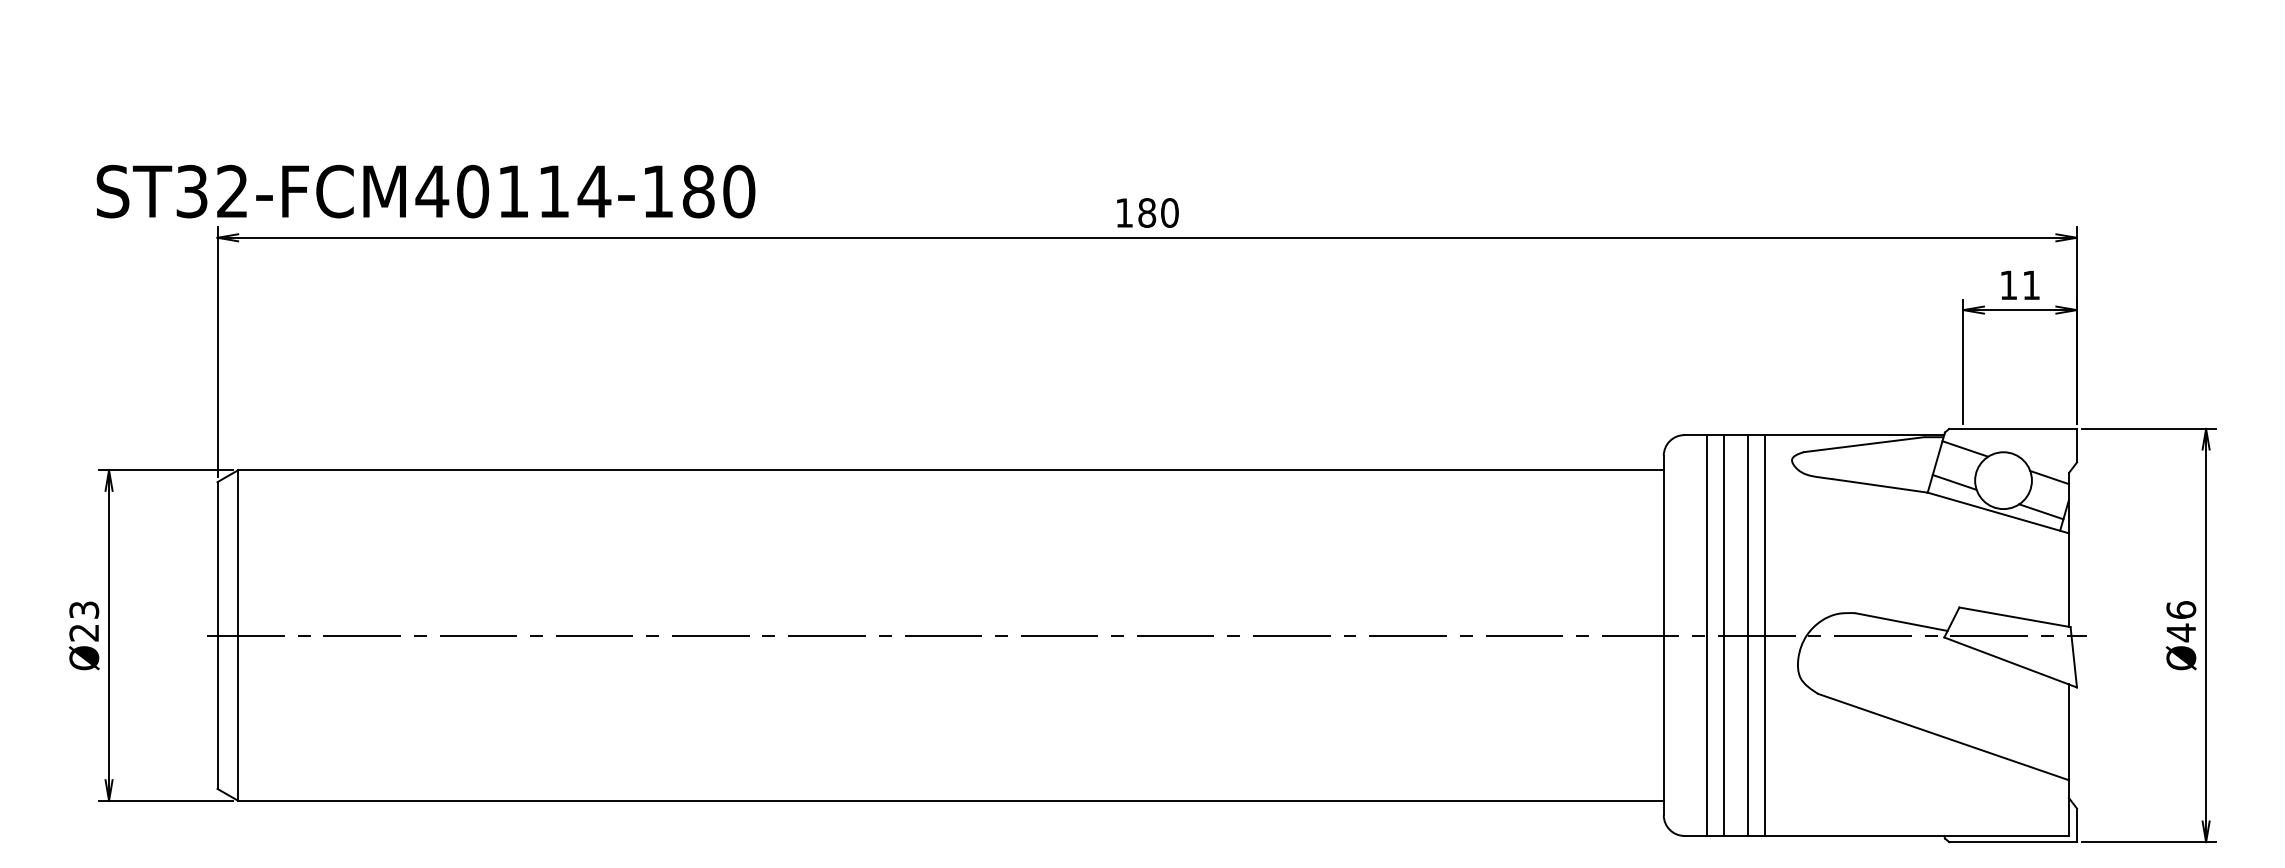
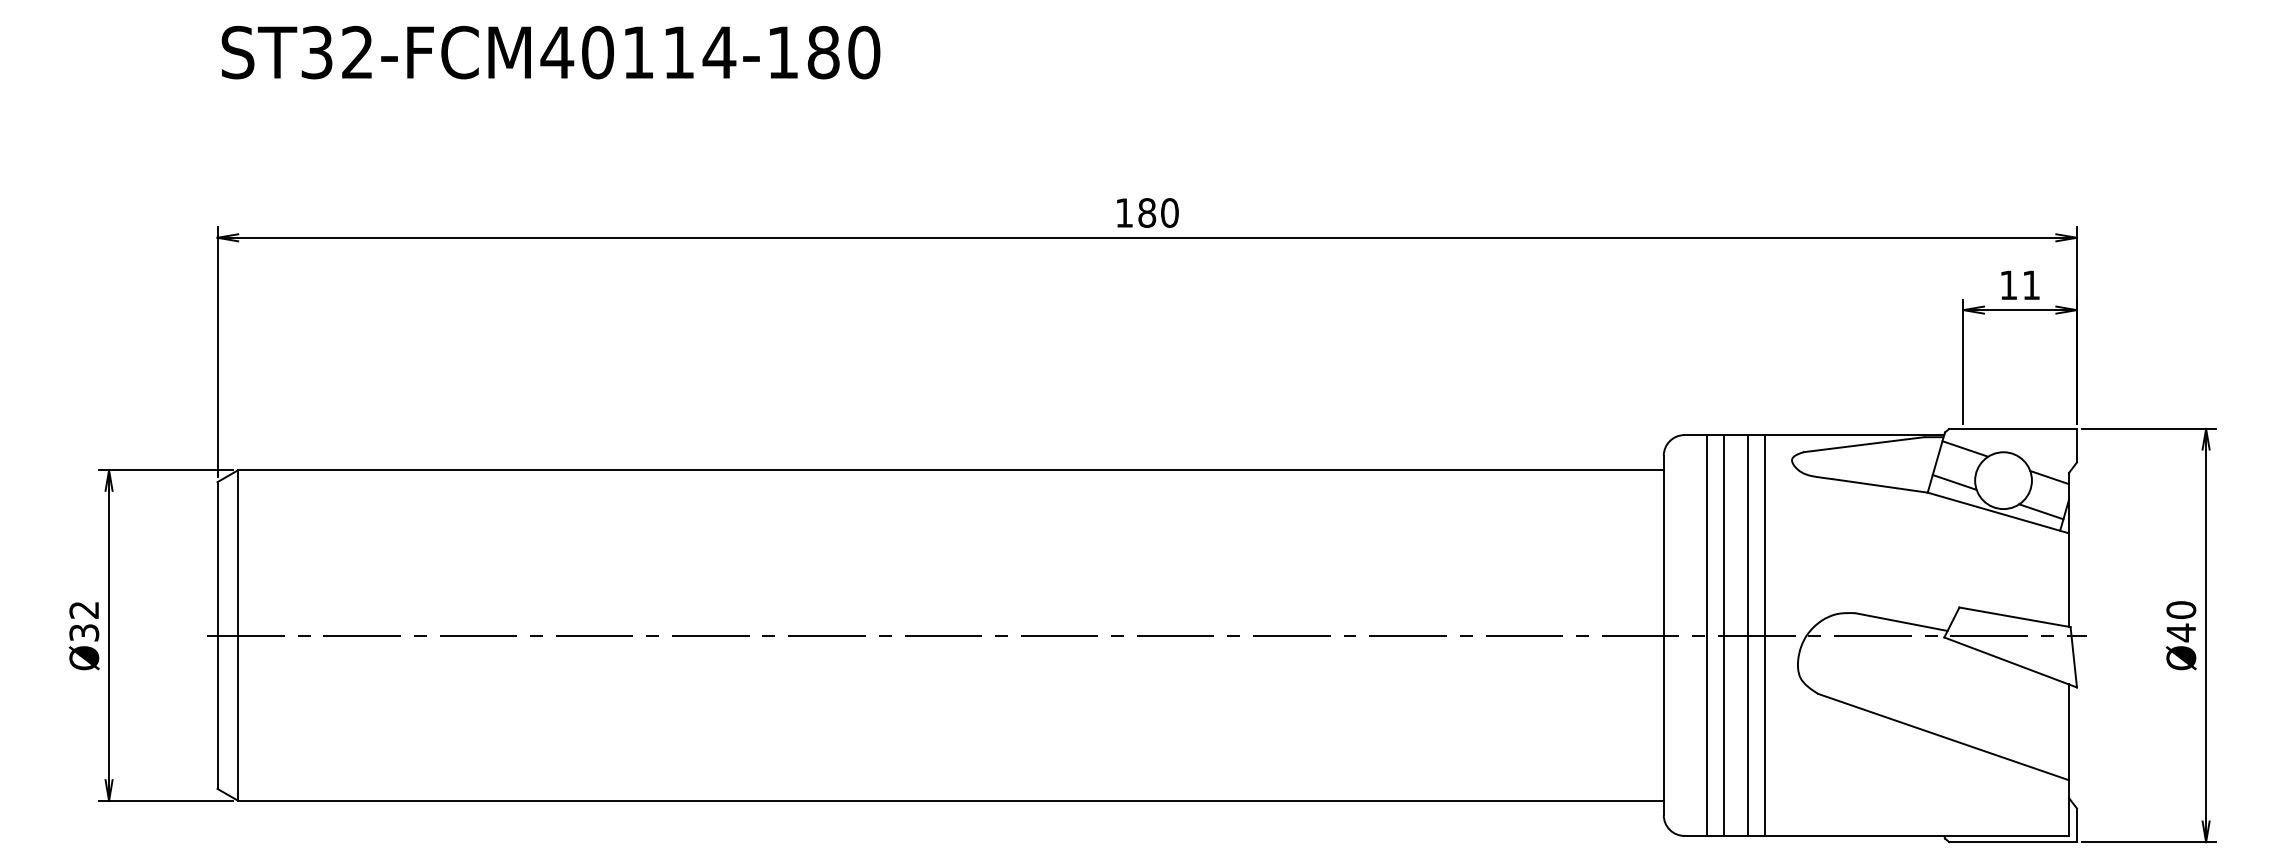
text at (425, 191) position: (425, 191) -> (550, 52)
text at (2180, 610): 46 -> 40
text at (84, 621): 23 -> 32
